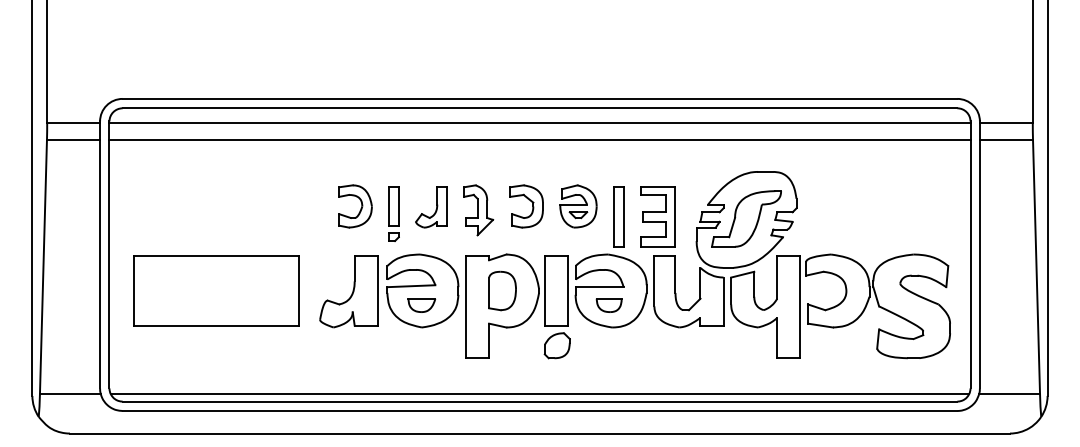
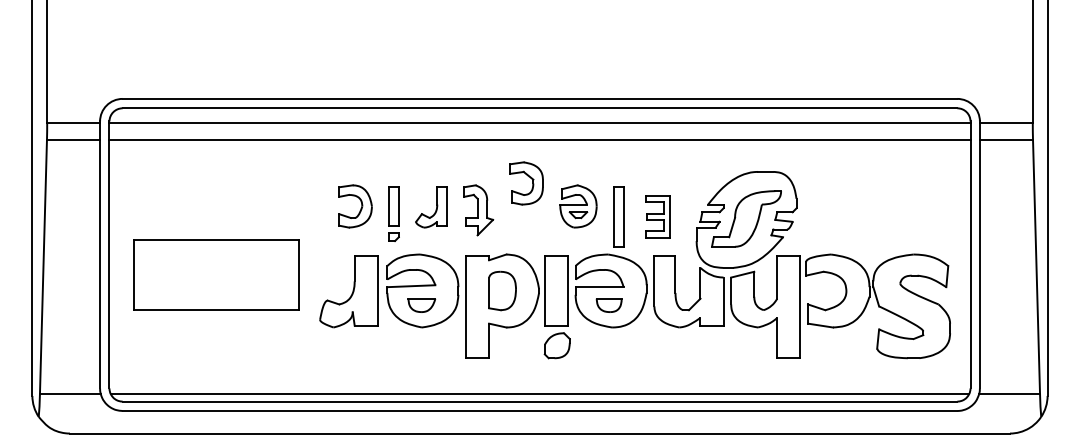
part at (526, 206) position: (526, 206) -> (526, 183)
part at (657, 216) size: 36x62 px -> 26x44 px
part at (216, 290) position: (216, 290) -> (216, 274)
